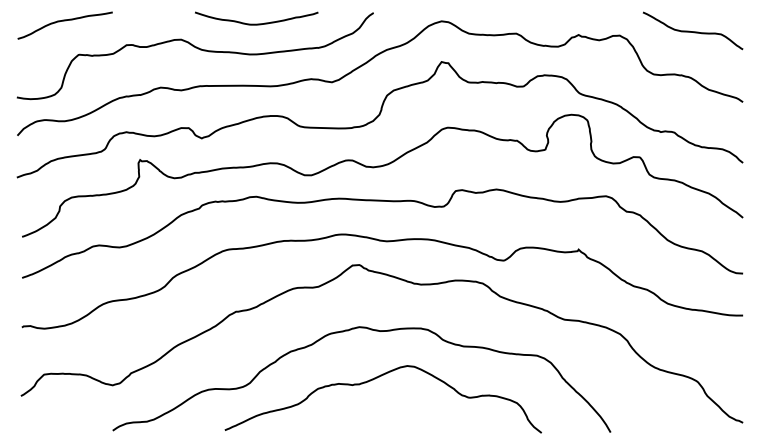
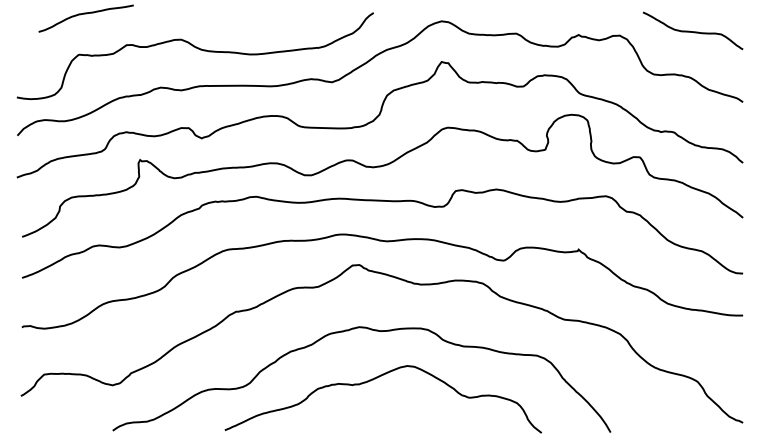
curve at (64, 21) position: (64, 21) -> (85, 14)
curve at (256, 23): present -> none
